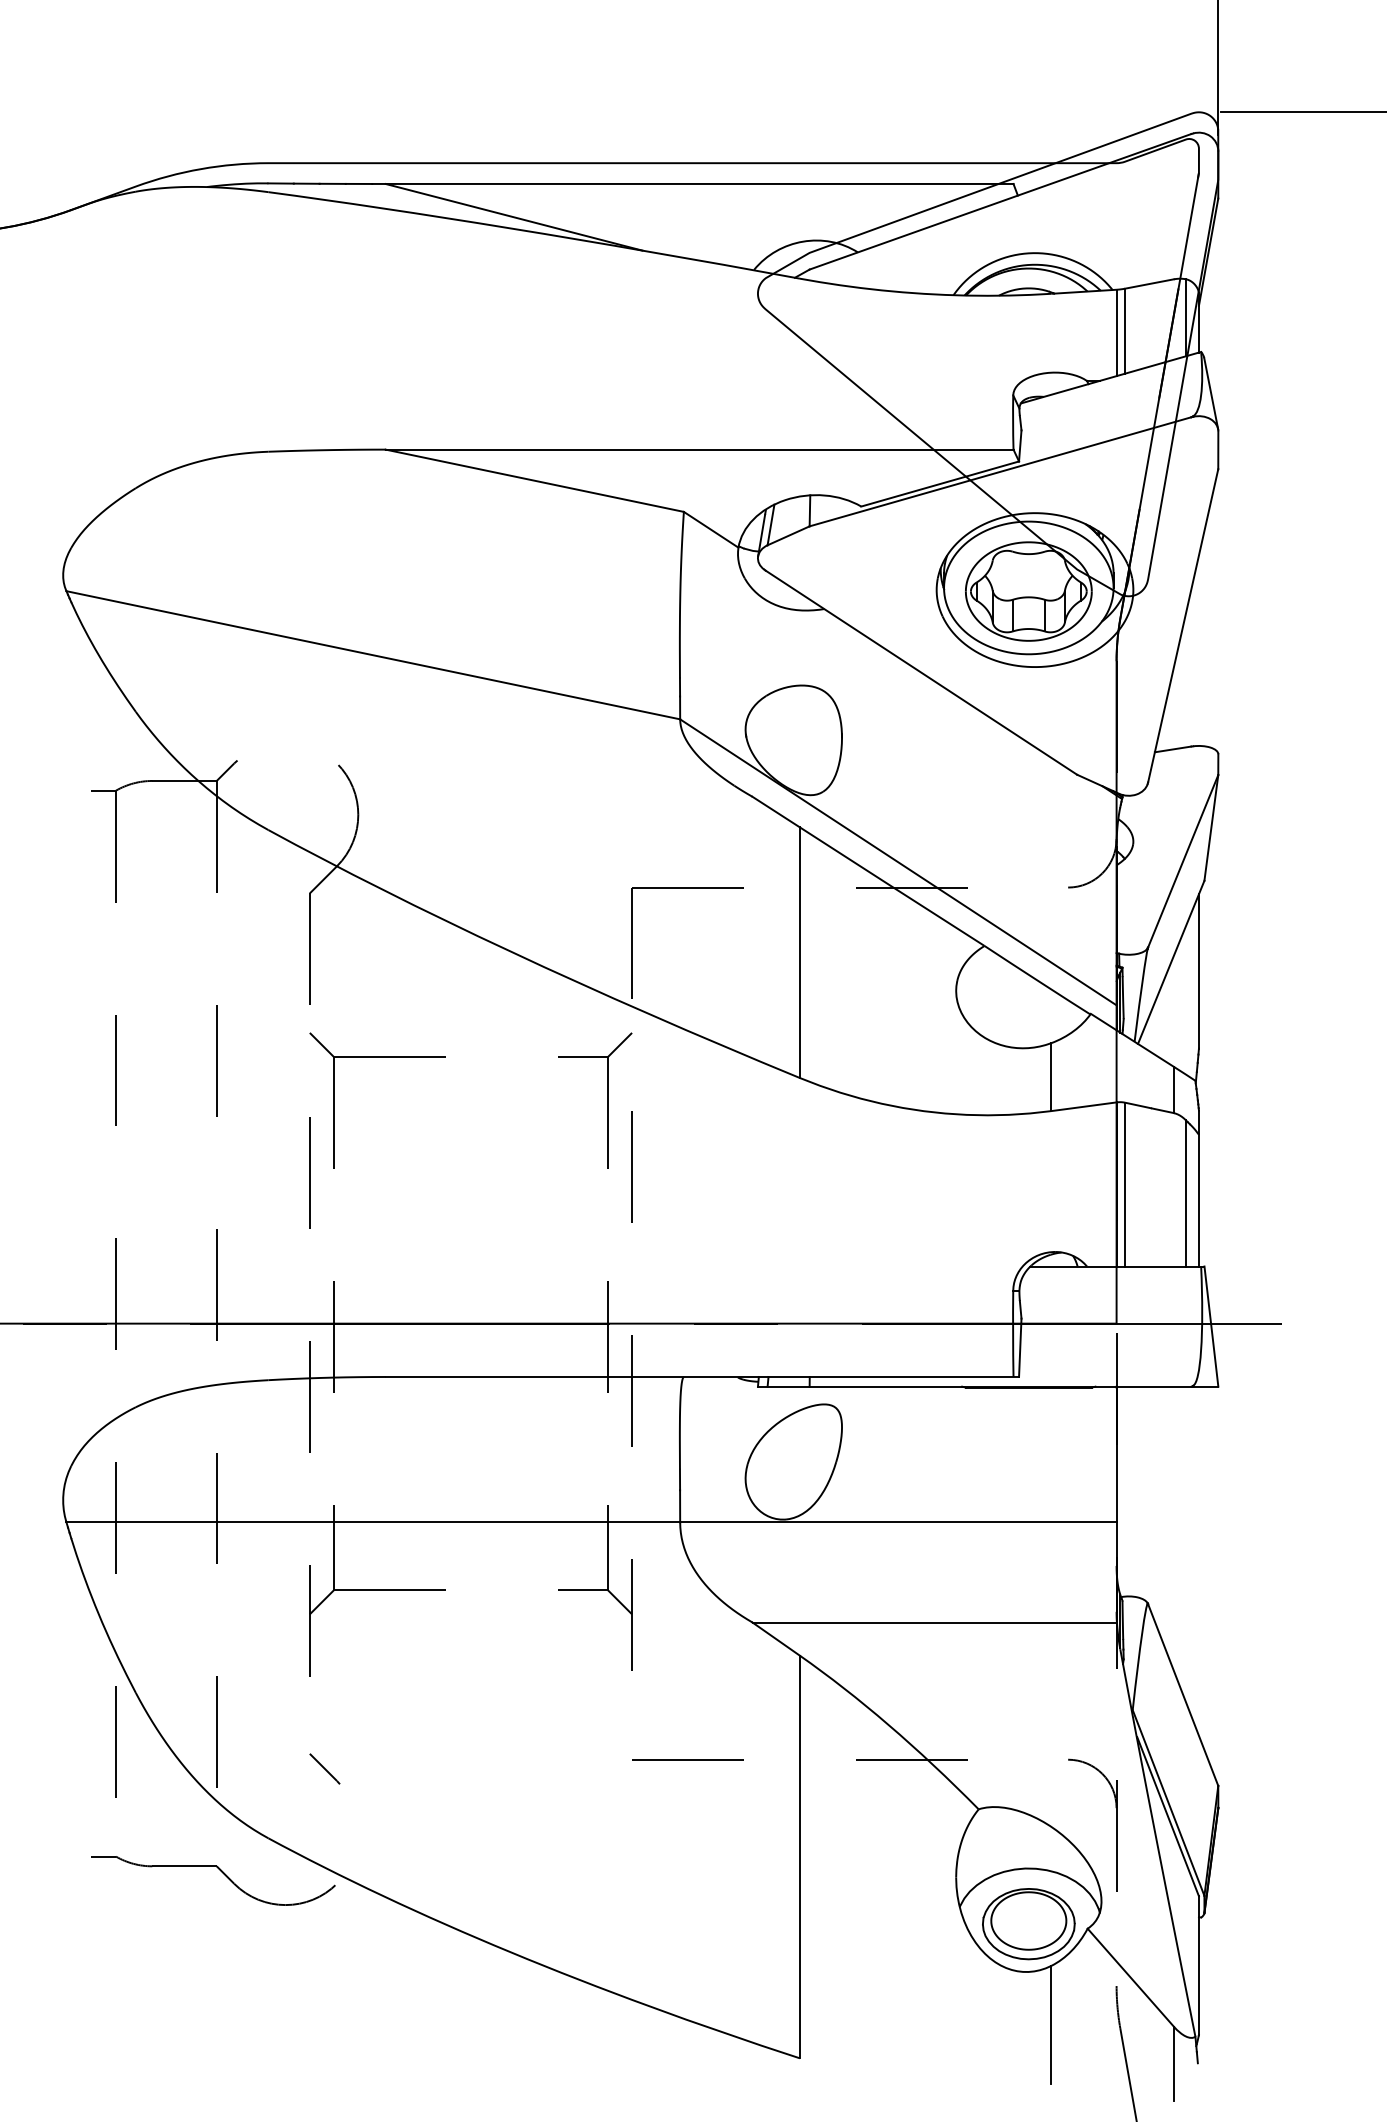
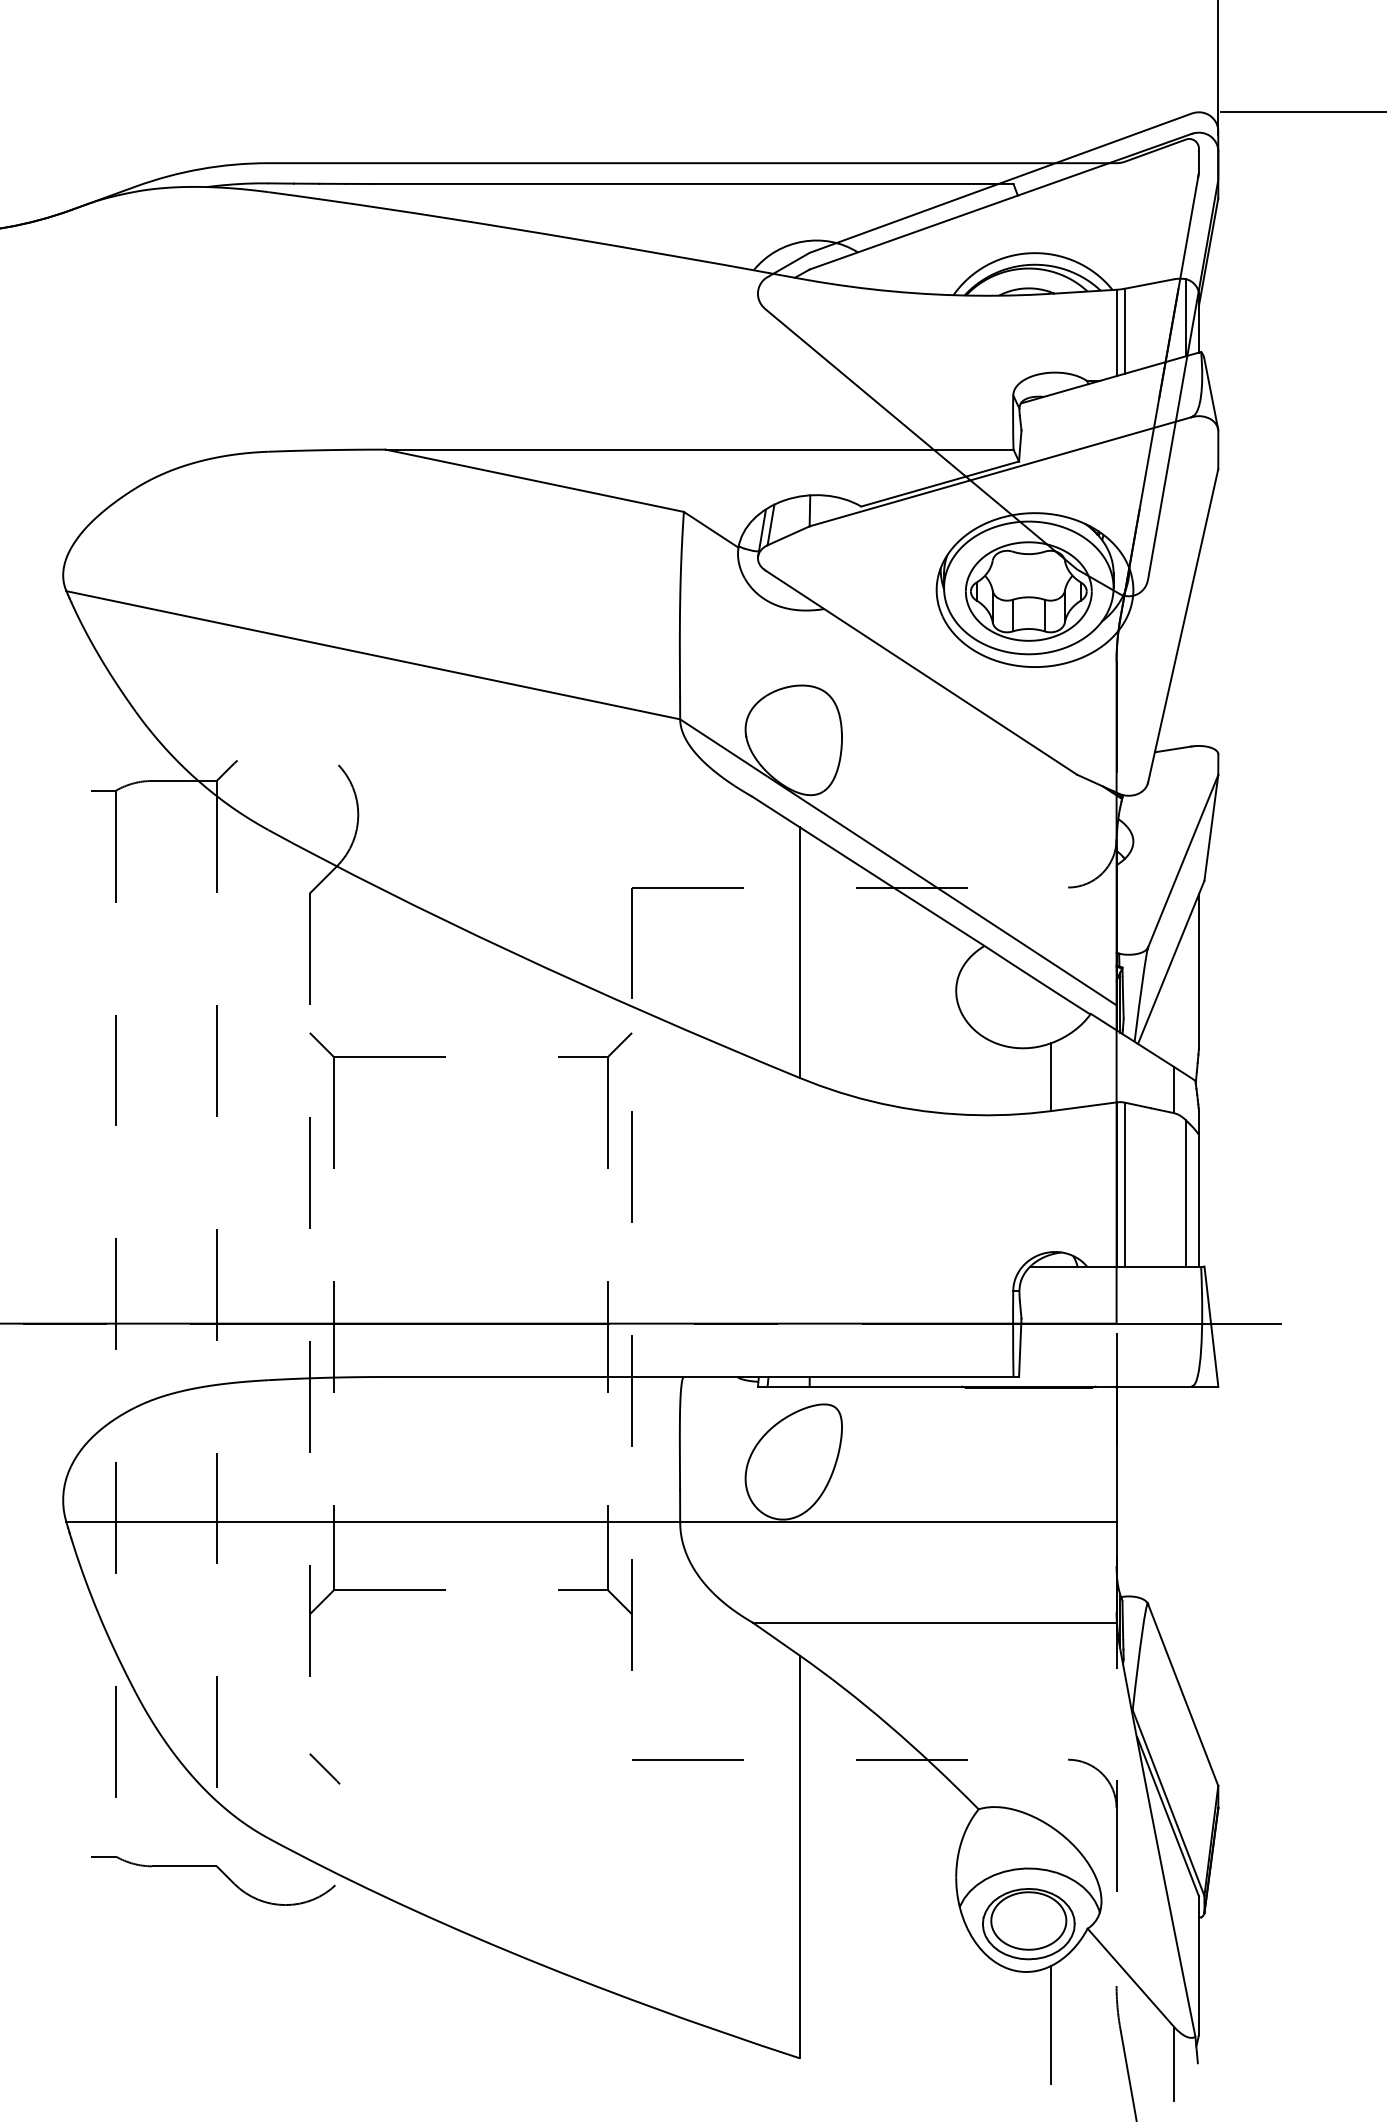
line at (513, 216): present -> none
